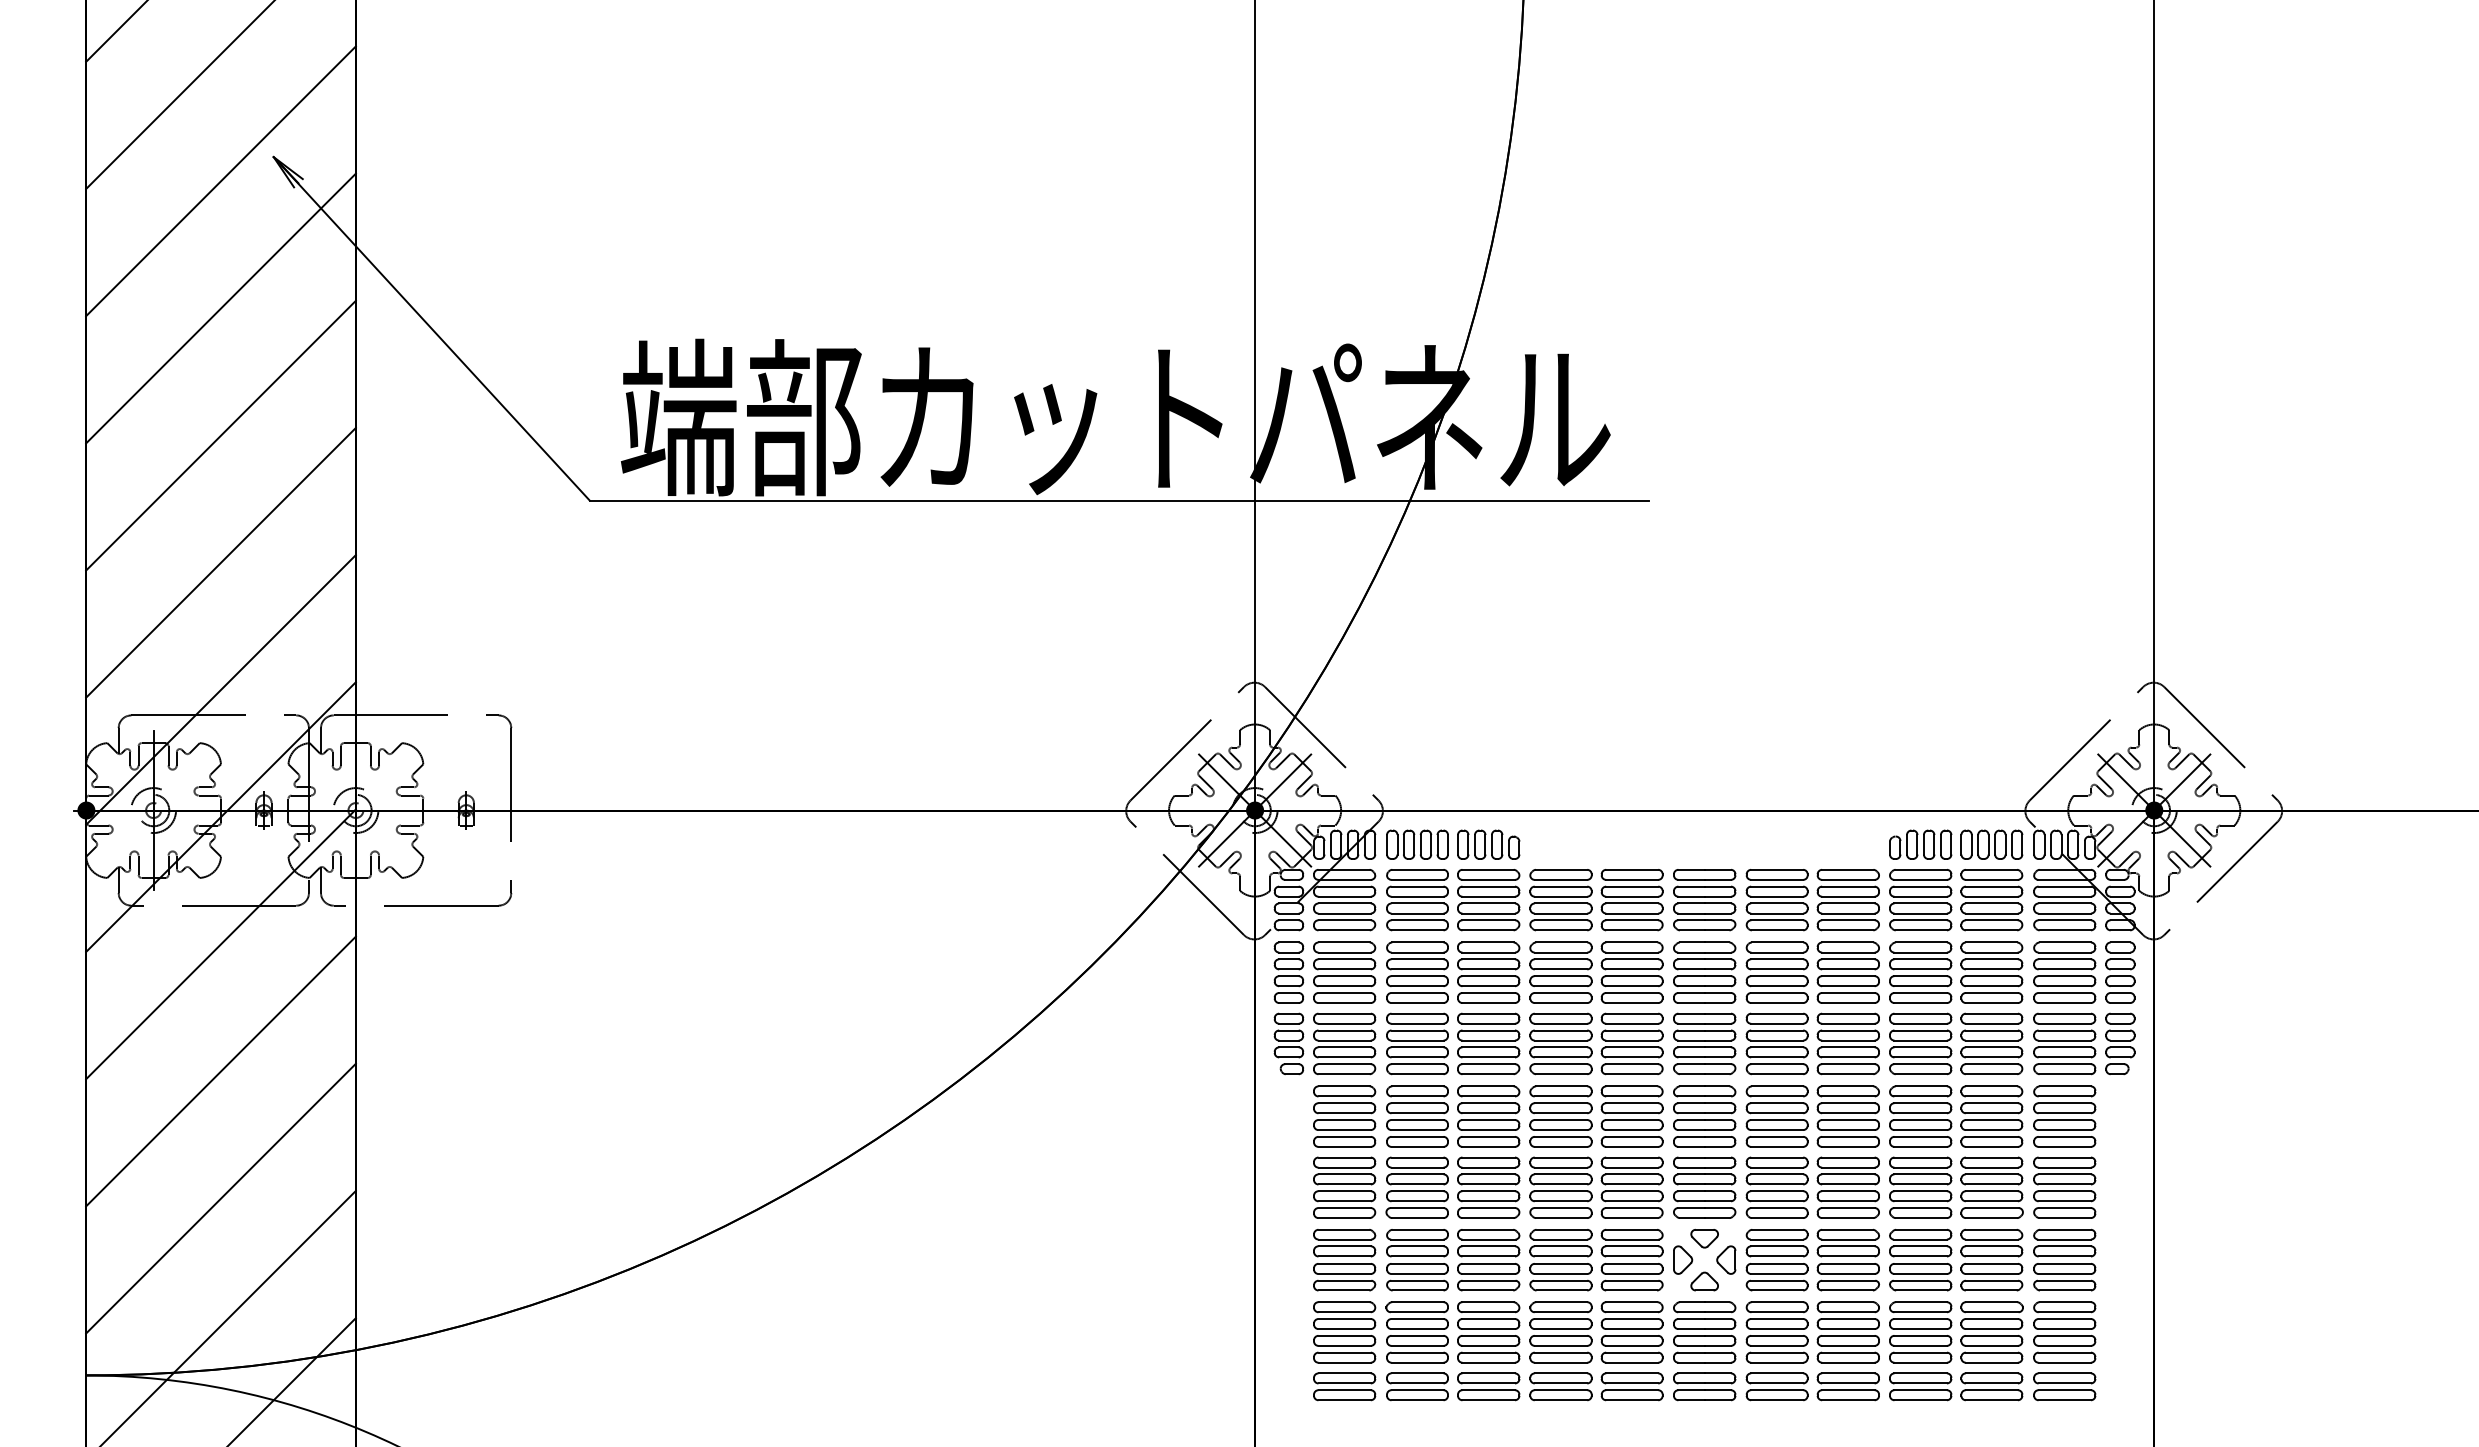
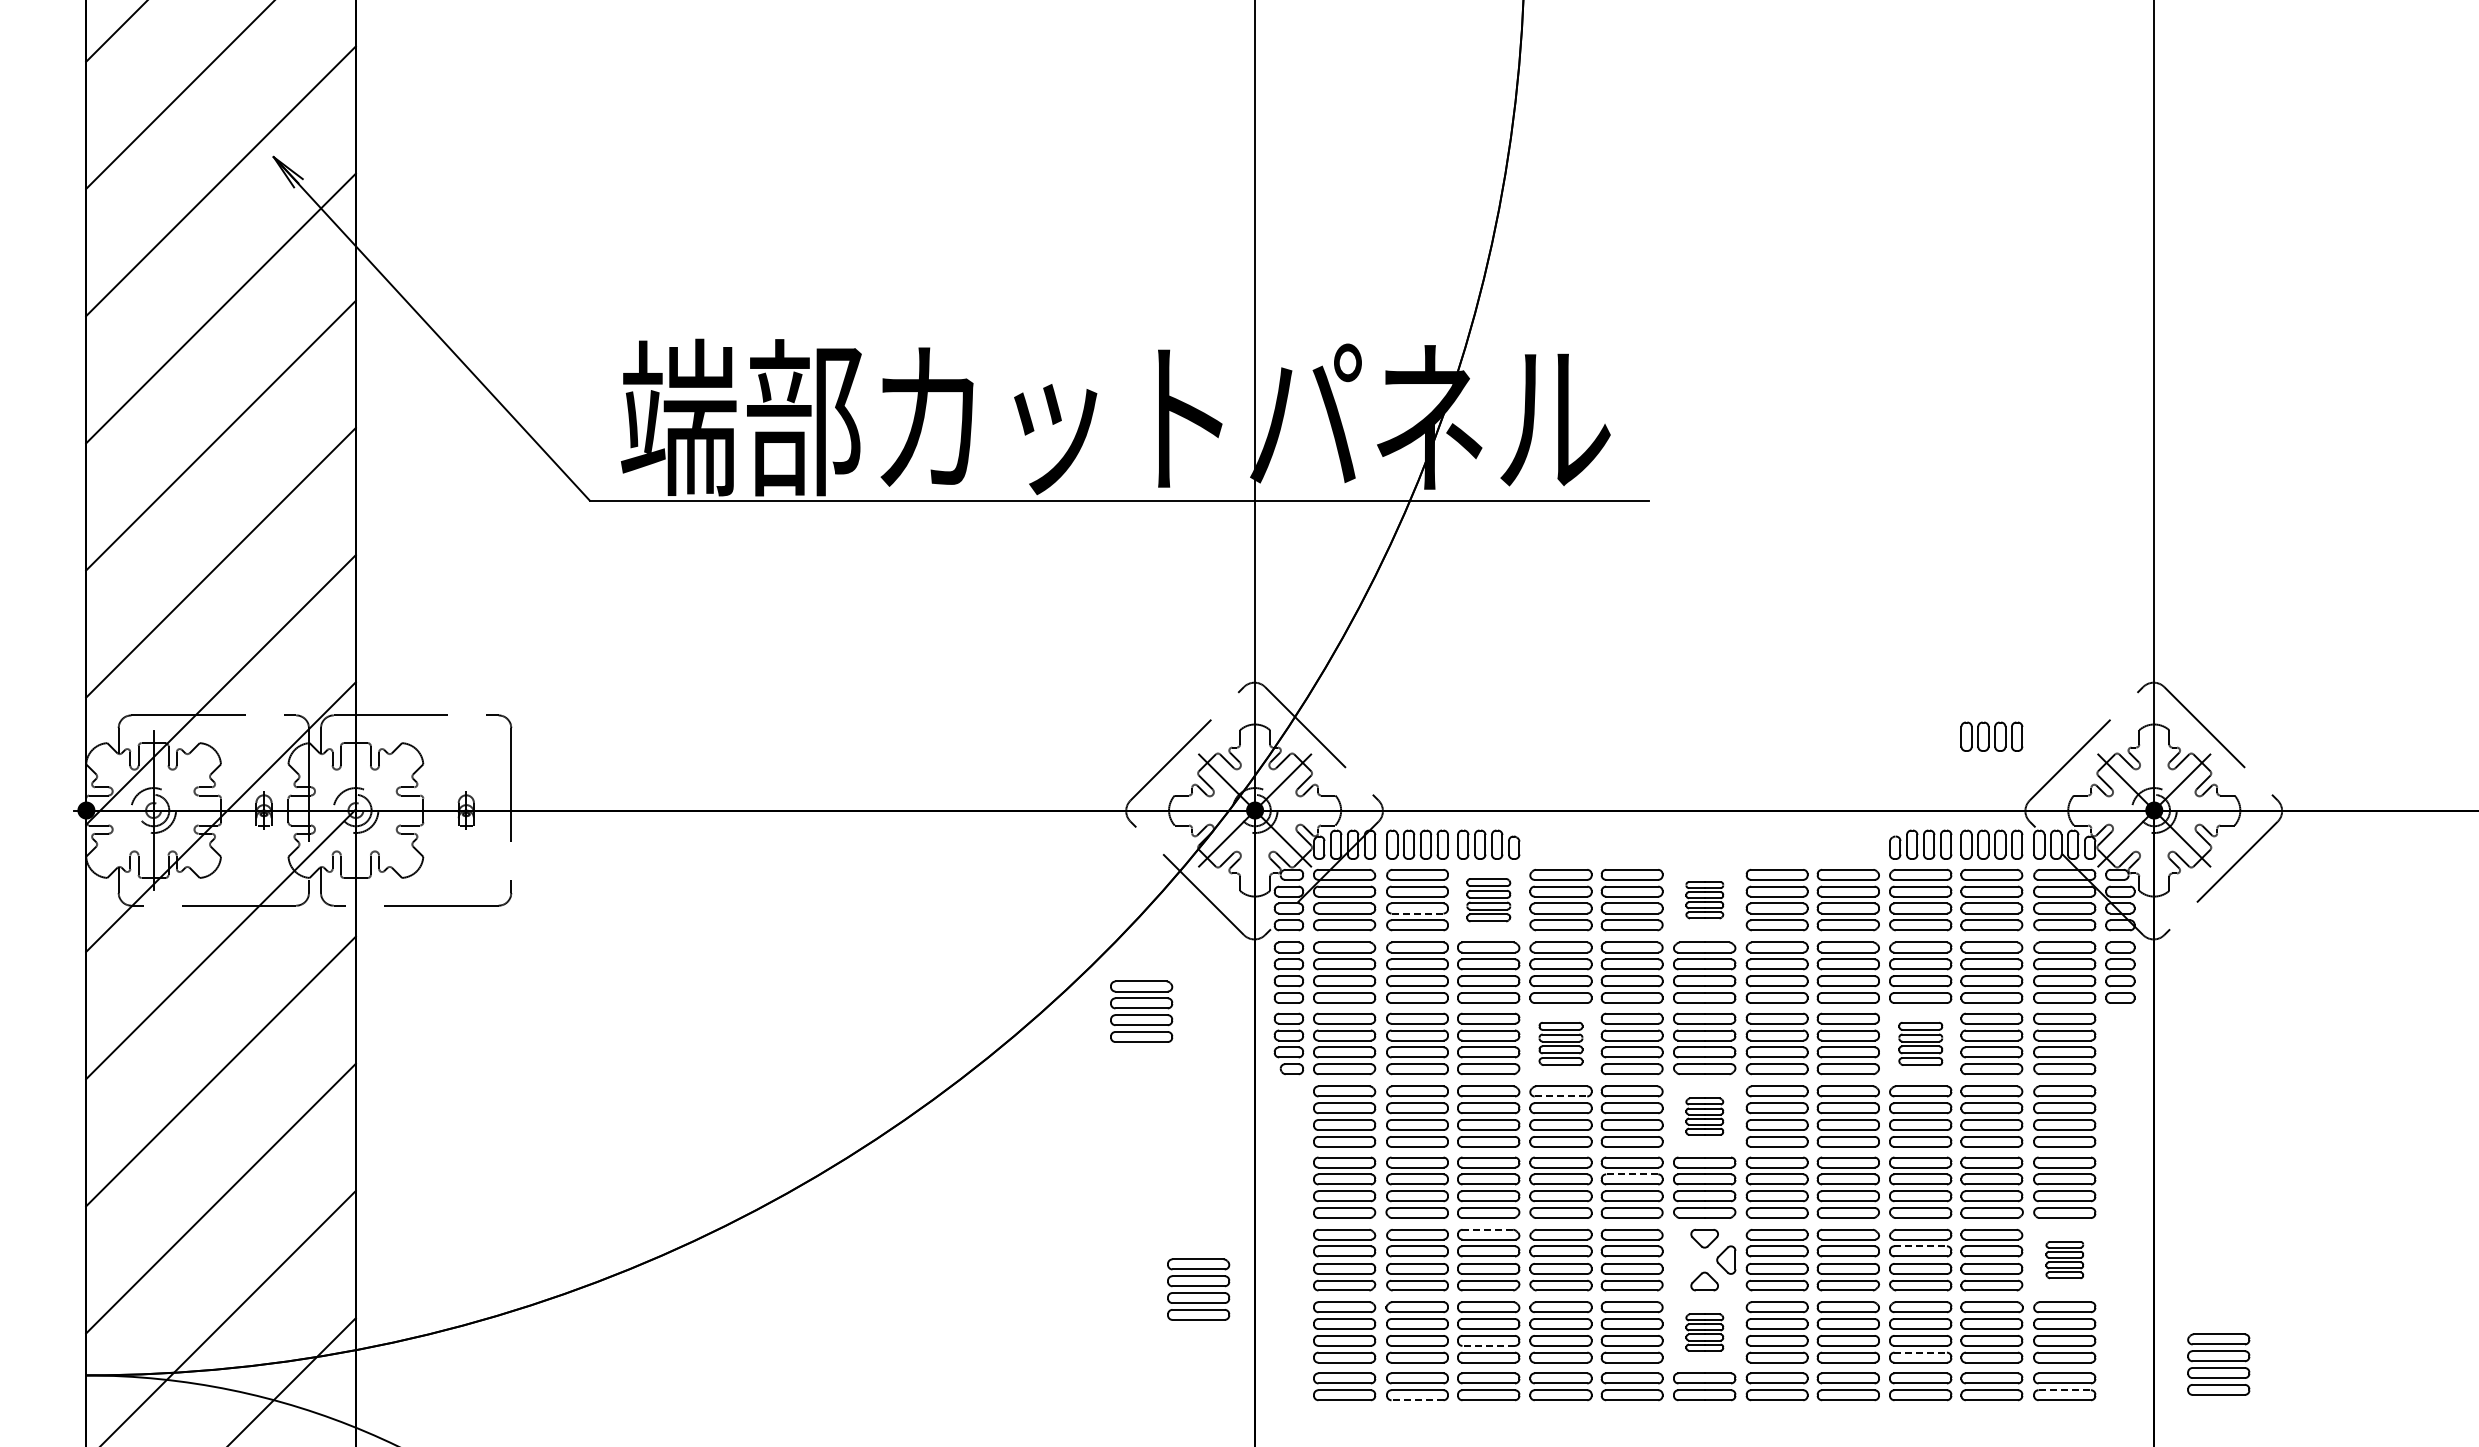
part at (1991, 736): none -> present
part at (1488, 900) size: 64x63 px -> 46x45 px
part at (1704, 900) size: 64x63 px -> 40x39 px
line at (1418, 913): solid -> dashed
part at (1141, 1011): none -> present
part at (1560, 1043) size: 64x64 px -> 46x44 px
part at (1920, 1043) size: 64x64 px -> 46x45 px
part at (2120, 1043): present -> none
line at (1561, 1096): solid -> dashed
part at (1704, 1116) size: 64x63 px -> 40x39 px
line at (1631, 1174): solid -> dashed
line at (1487, 1229): solid -> dashed
line at (1921, 1246): solid -> dashed
part at (1683, 1259): present -> none
part at (2064, 1259) size: 64x64 px -> 40x39 px
part at (1198, 1289): none -> present
part at (1704, 1332) size: 64x63 px -> 40x39 px
line at (1488, 1345): solid -> dashed
line at (1921, 1352): solid -> dashed
part at (2218, 1364): none -> present
line at (2065, 1390): solid -> dashed
line at (1417, 1400): solid -> dashed
